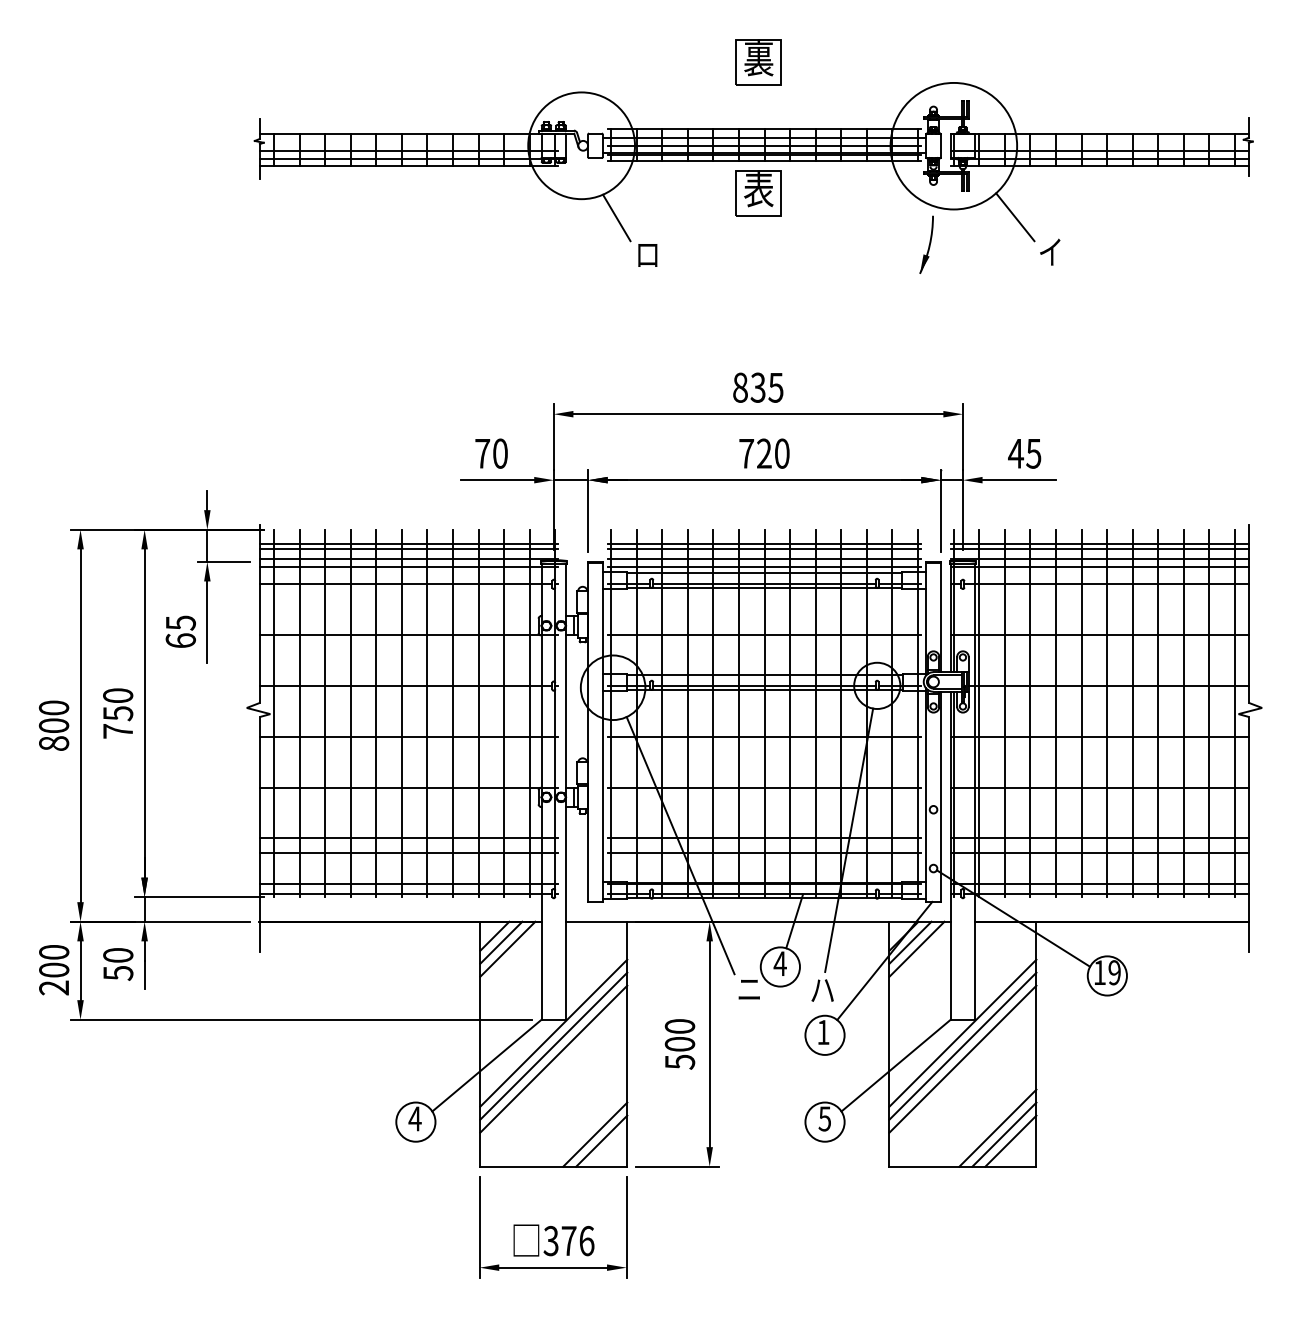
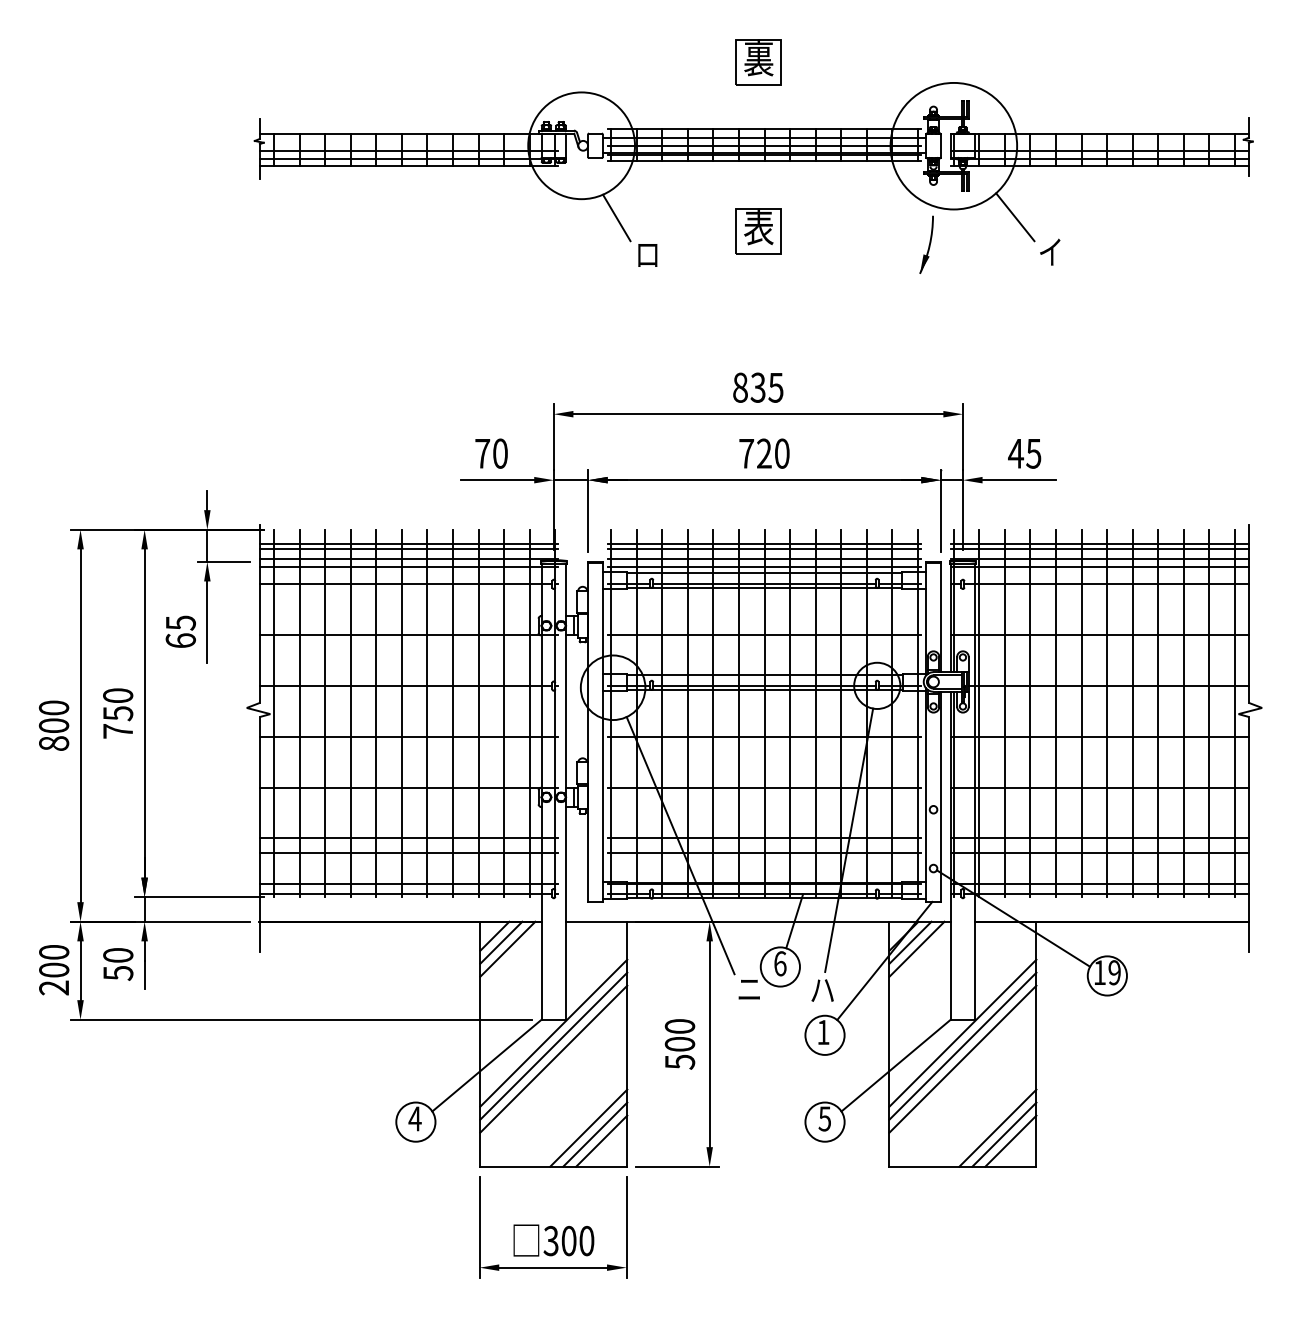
part at (758, 193) position: (758, 193) -> (758, 231)
text at (779, 963): 4 -> 6
line at (588, 1127): none -> present
text at (577, 1240): 376 -> 300
